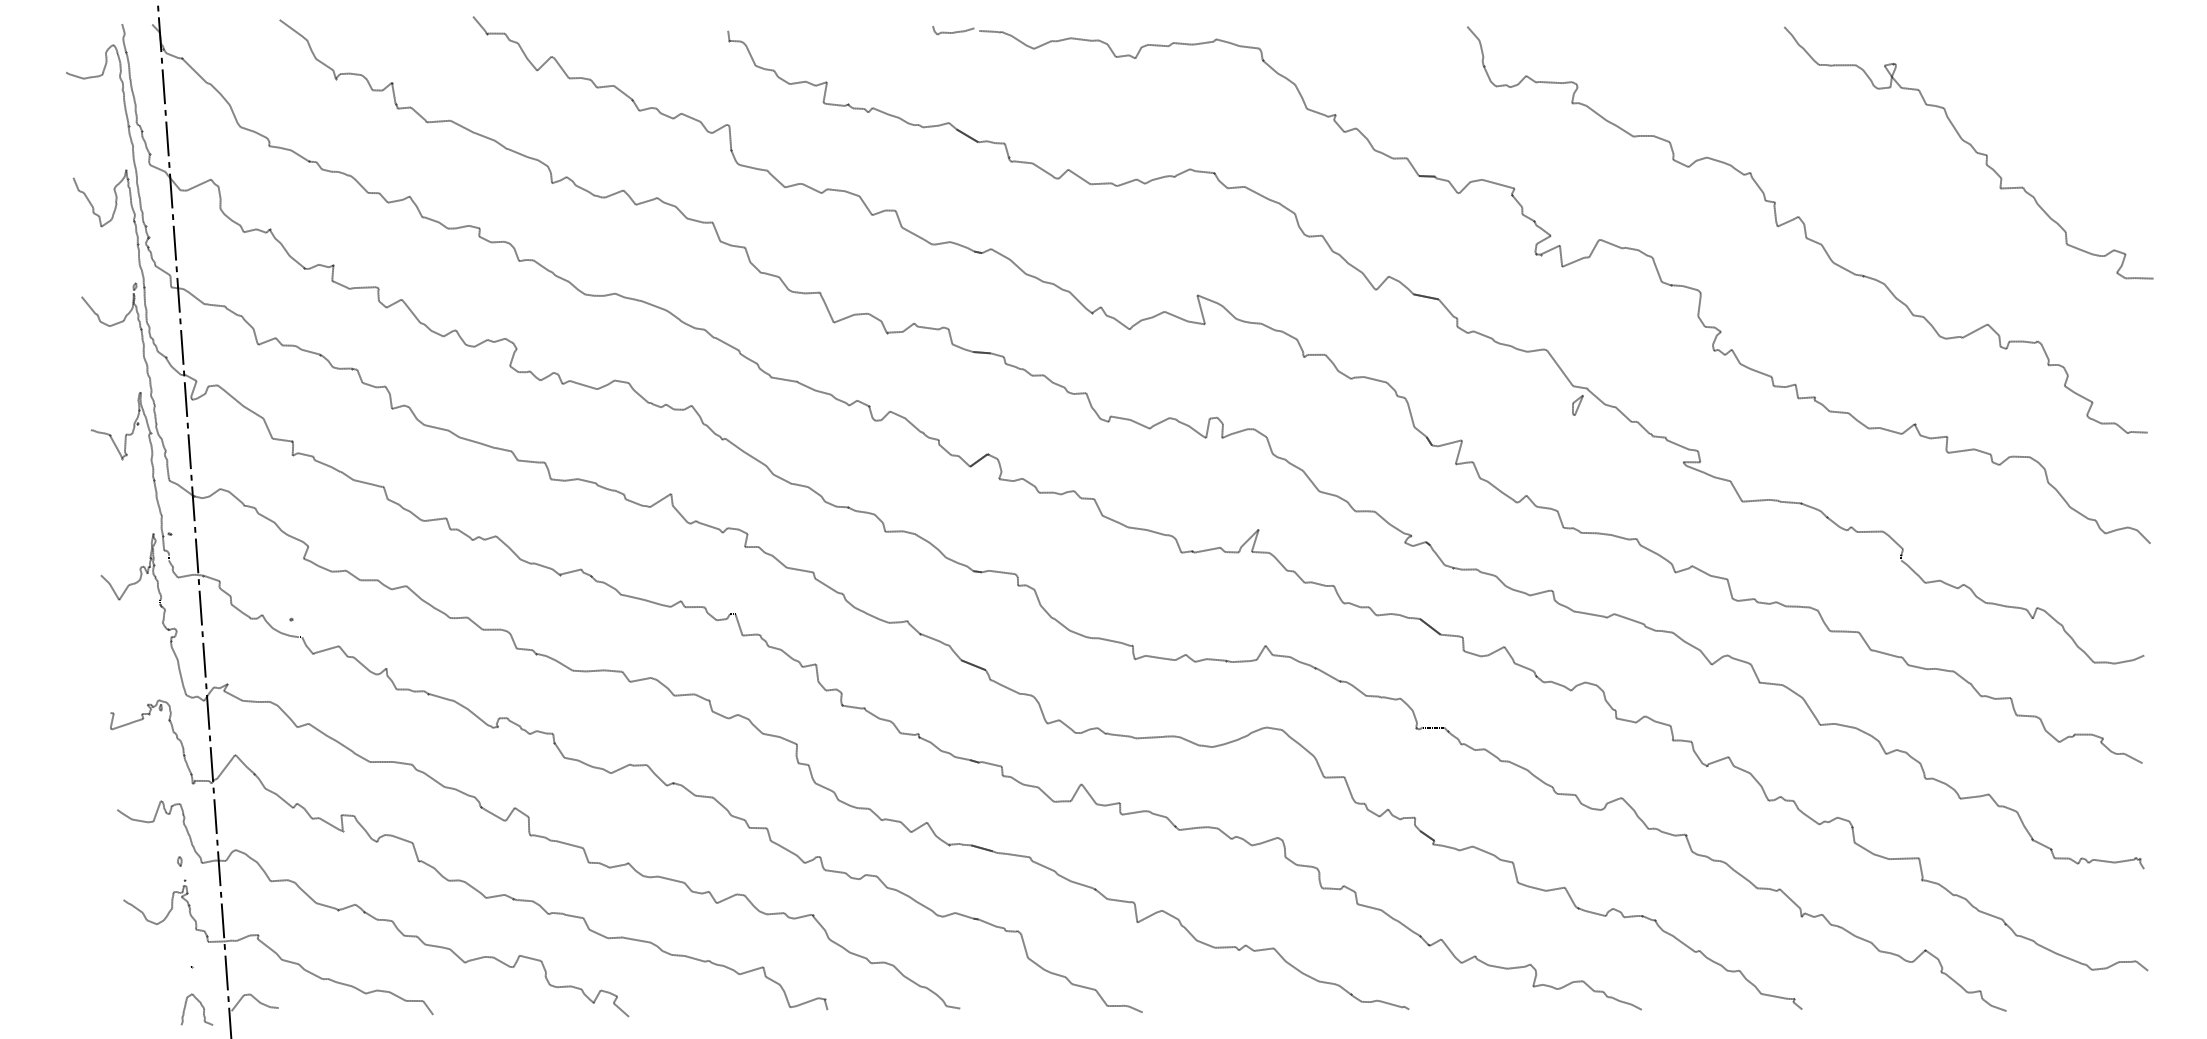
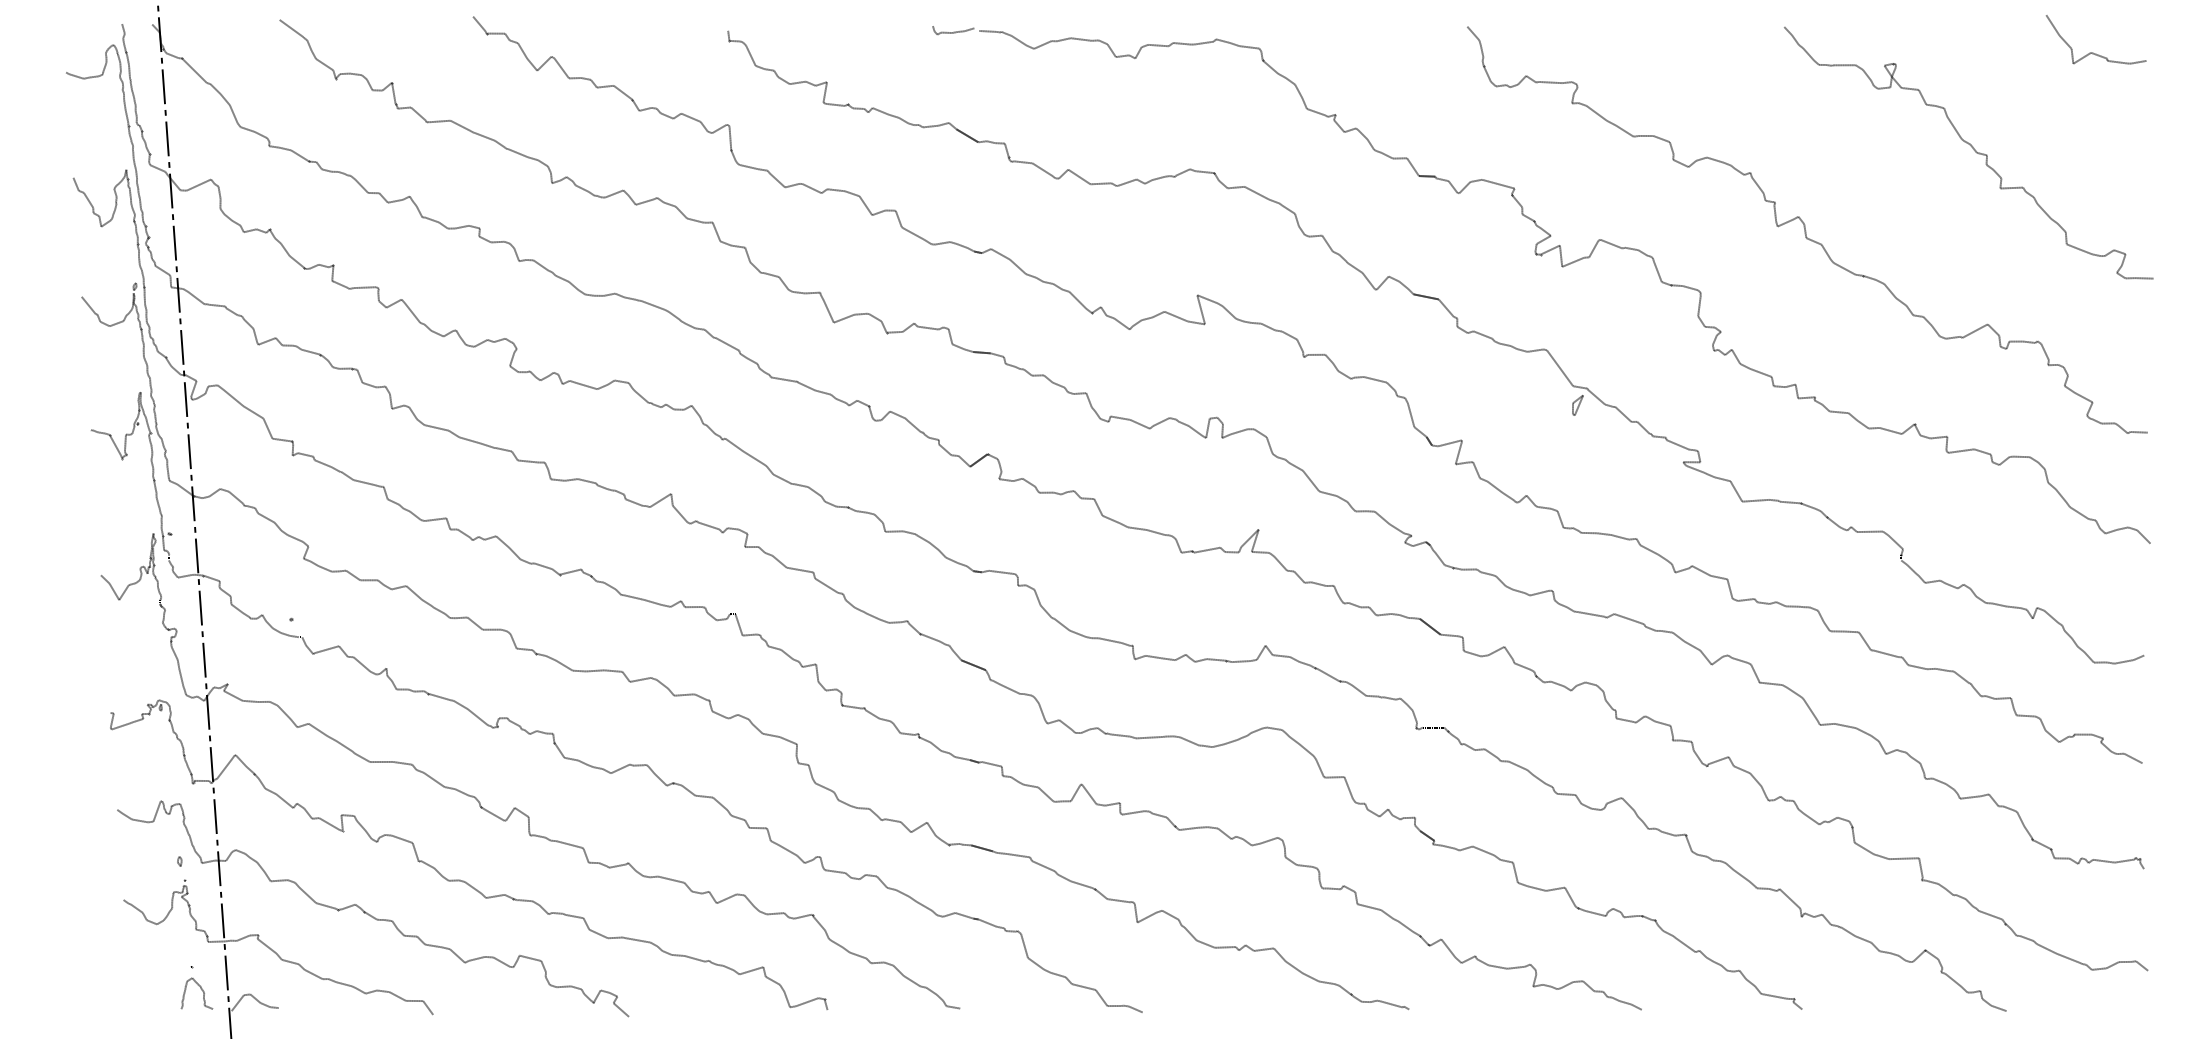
curve at (2093, 52): none -> present
curve at (201, 1006) position: (201, 1006) -> (201, 990)
